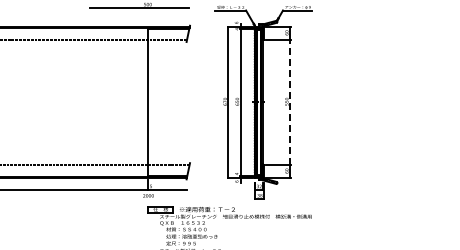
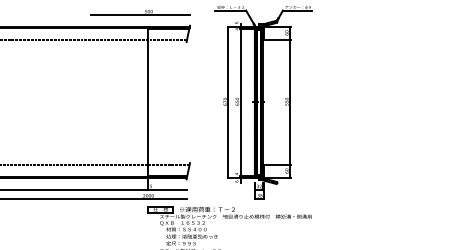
part at (139, 5) position: (139, 5) -> (140, 12)
line at (290, 101): dashed -> solid
line at (94, 198): none -> present
